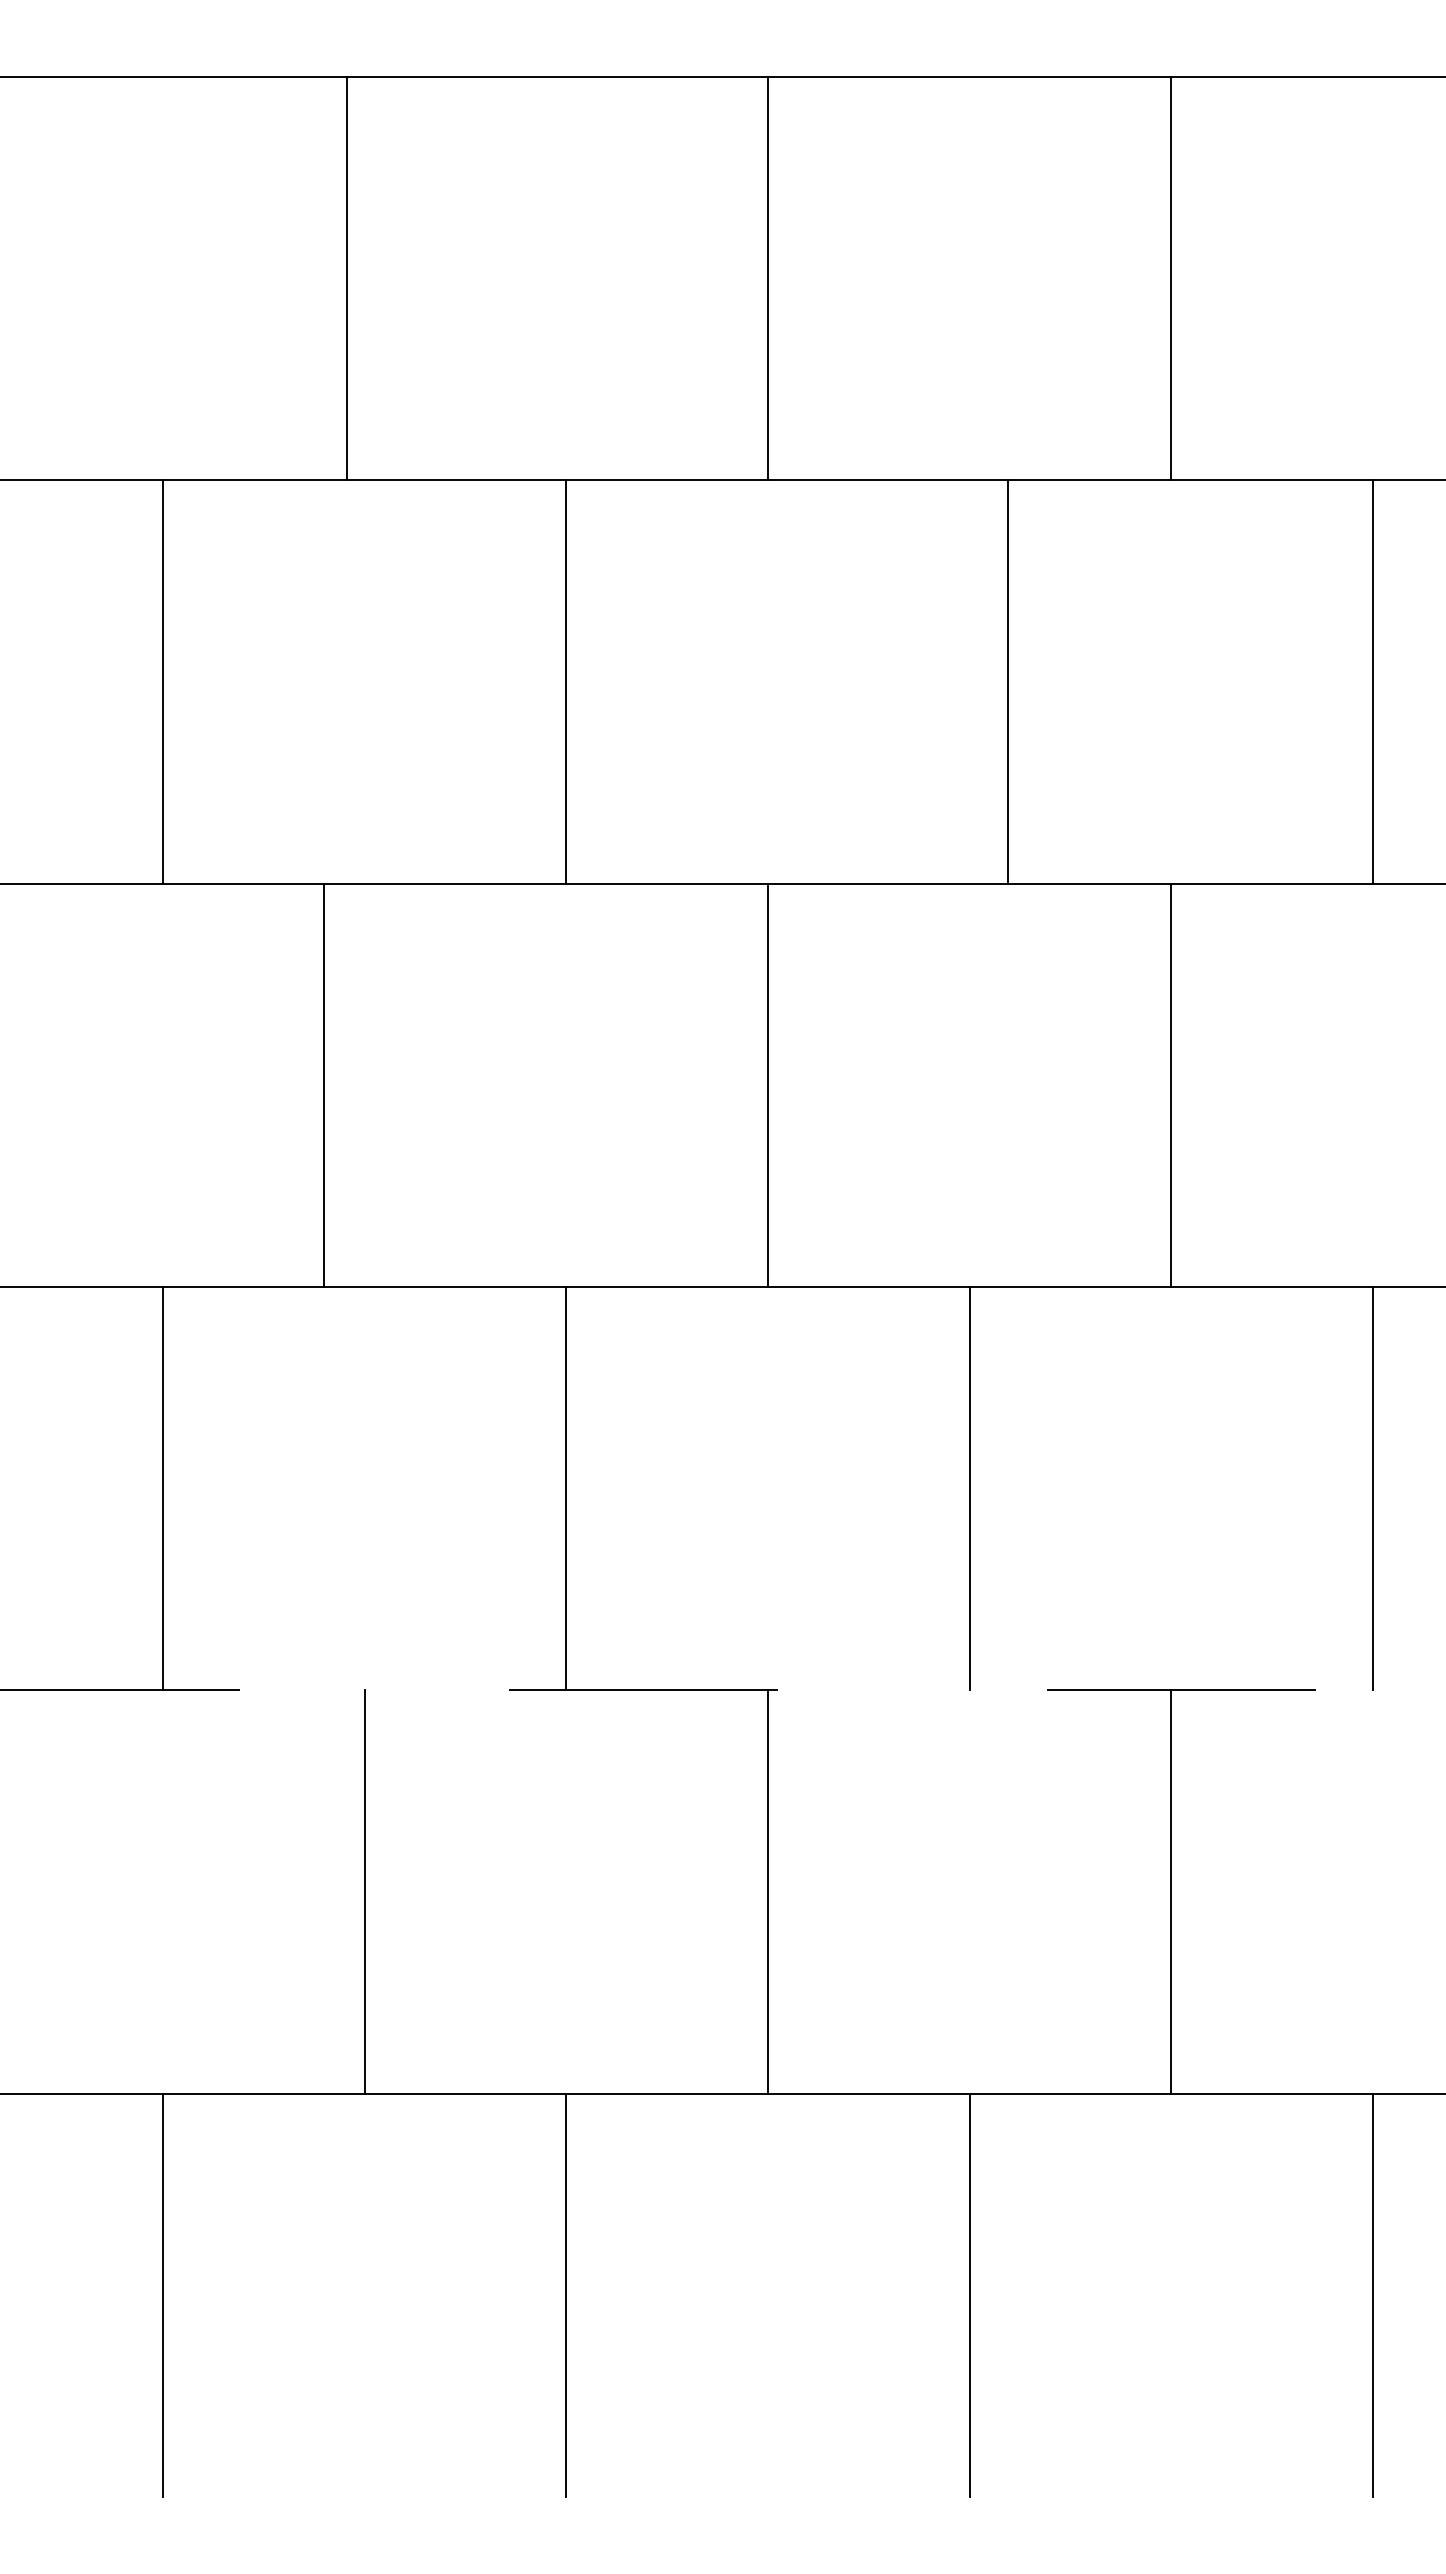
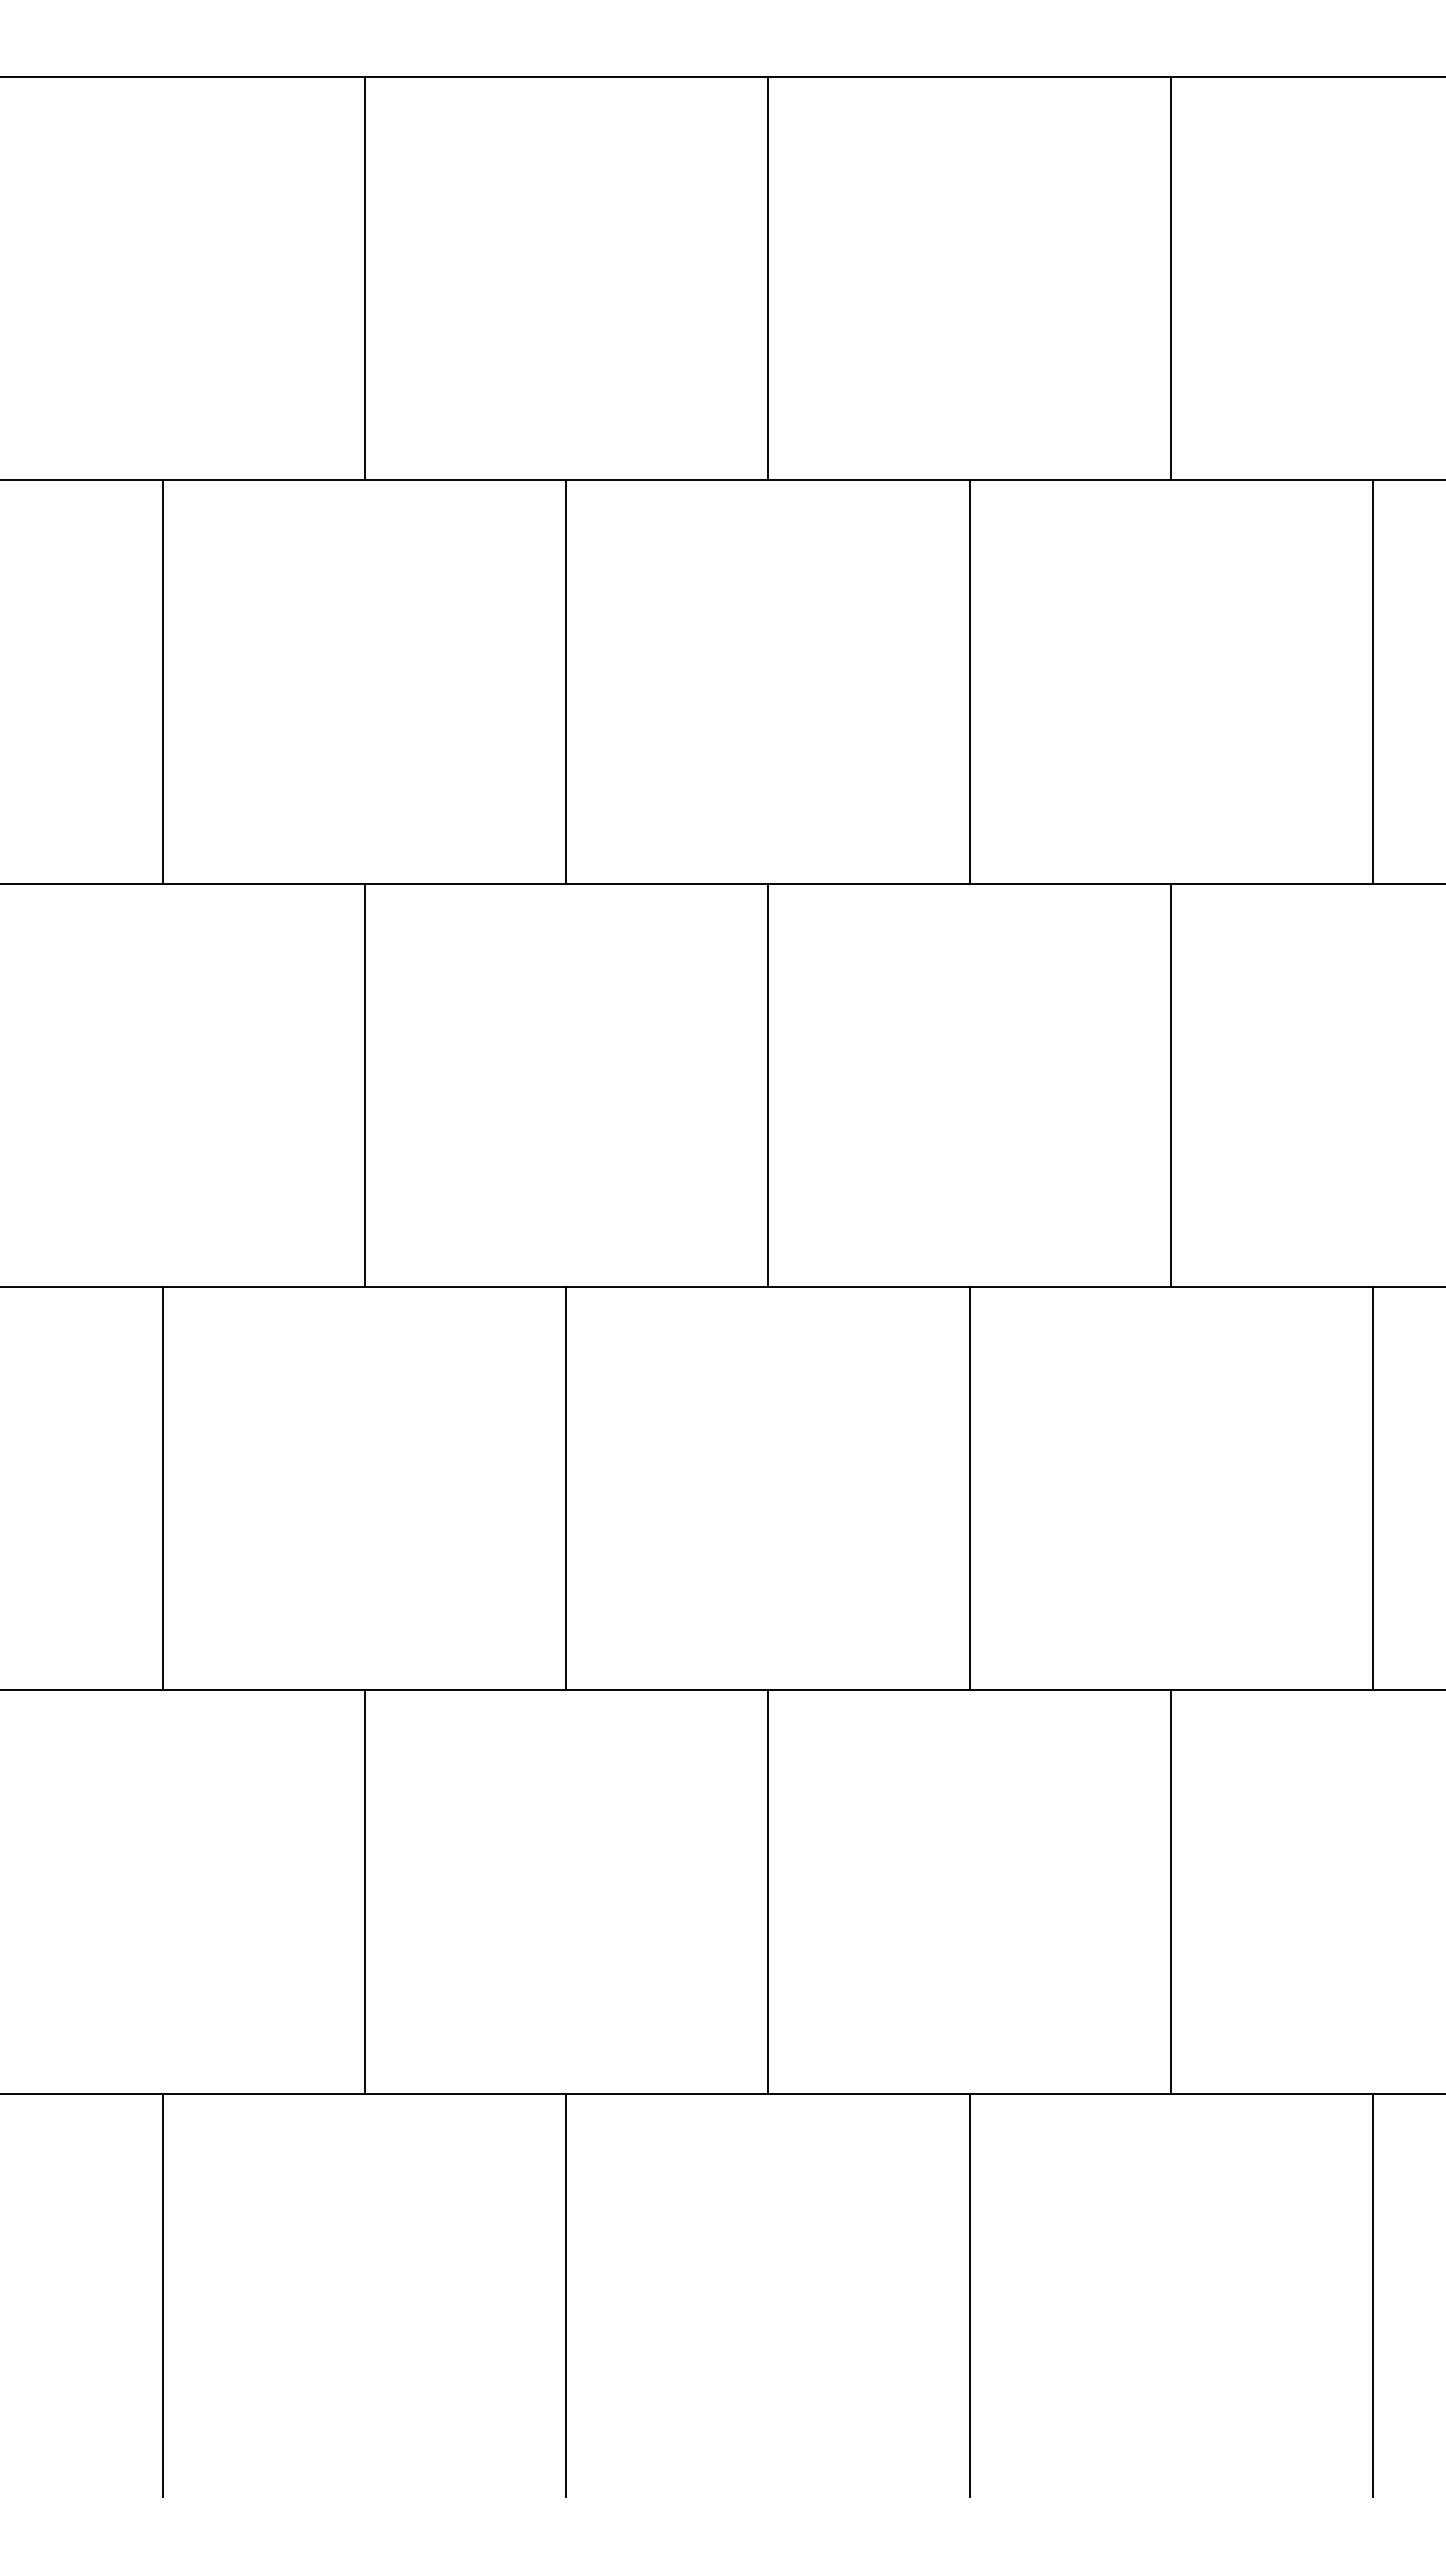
line at (346, 278) position: (346, 278) -> (364, 278)
line at (1007, 681) position: (1007, 681) -> (969, 681)
line at (323, 1085) position: (323, 1085) -> (364, 1085)
line at (722, 1690): dashed -> solid
